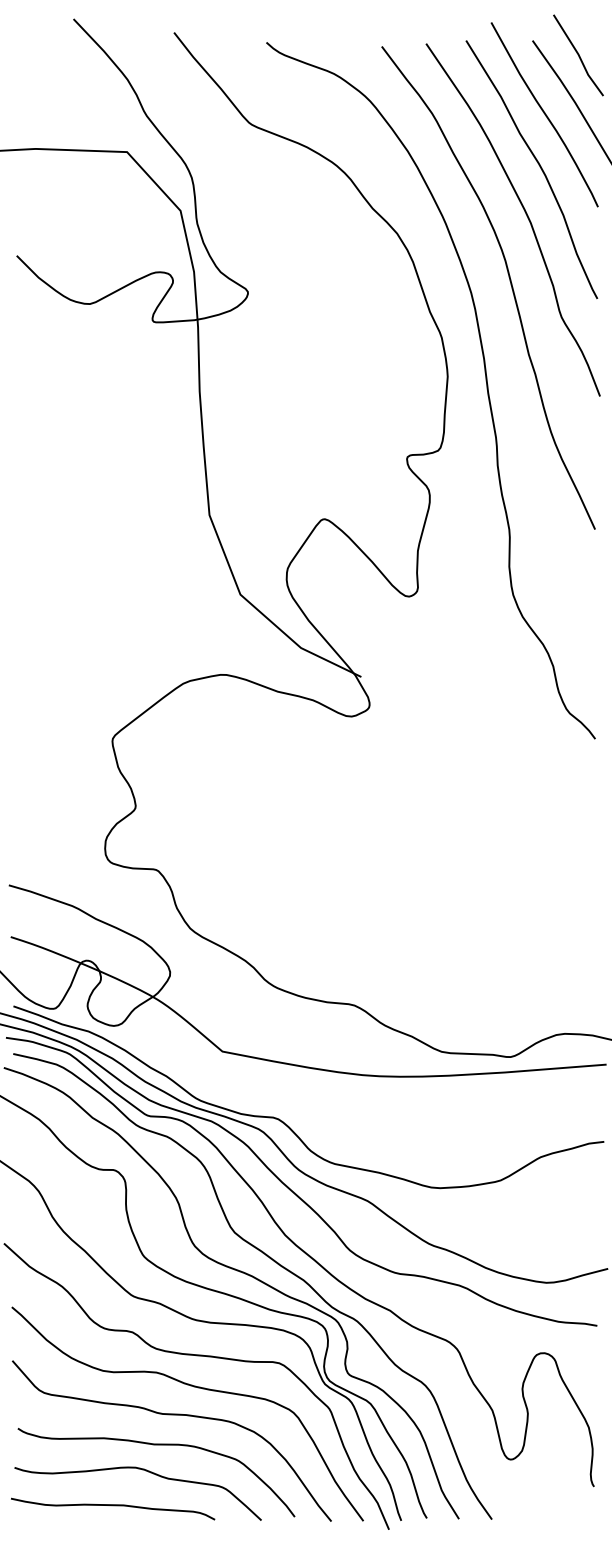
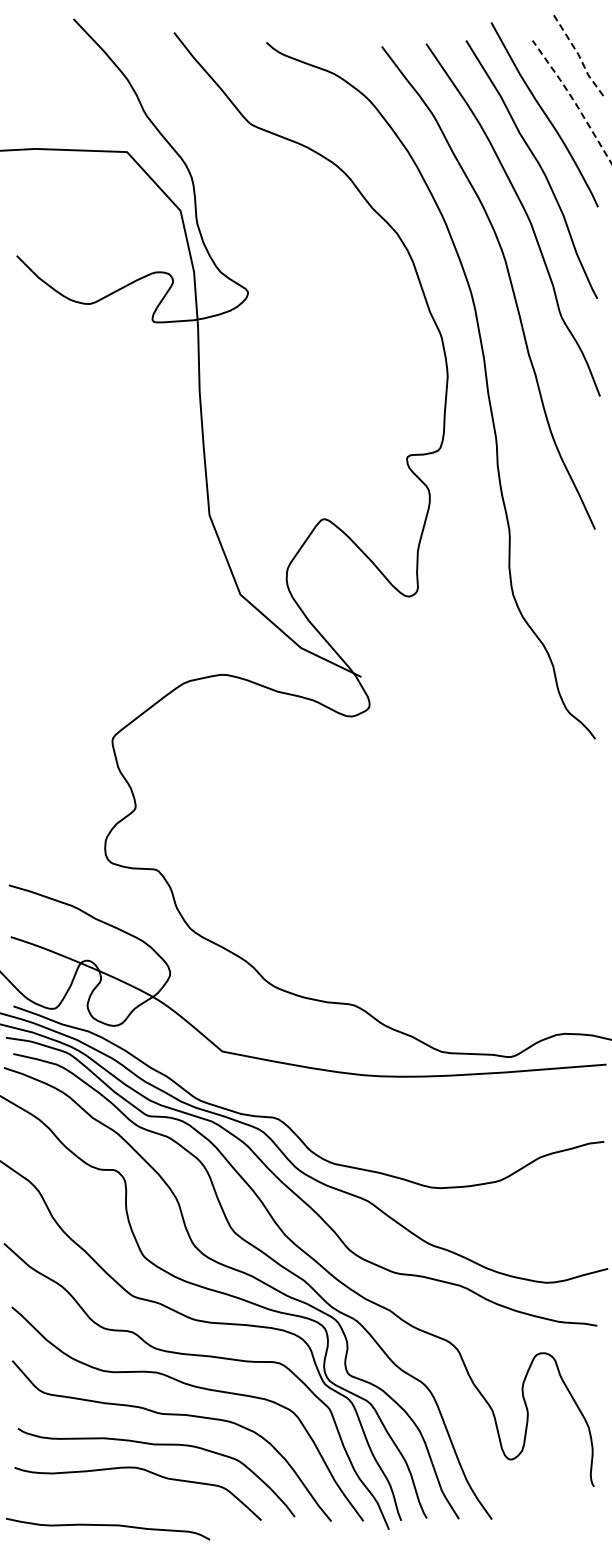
line at (578, 55): solid -> dashed
line at (573, 100): solid -> dashed
curve at (113, 1506) position: (113, 1506) -> (108, 1526)
